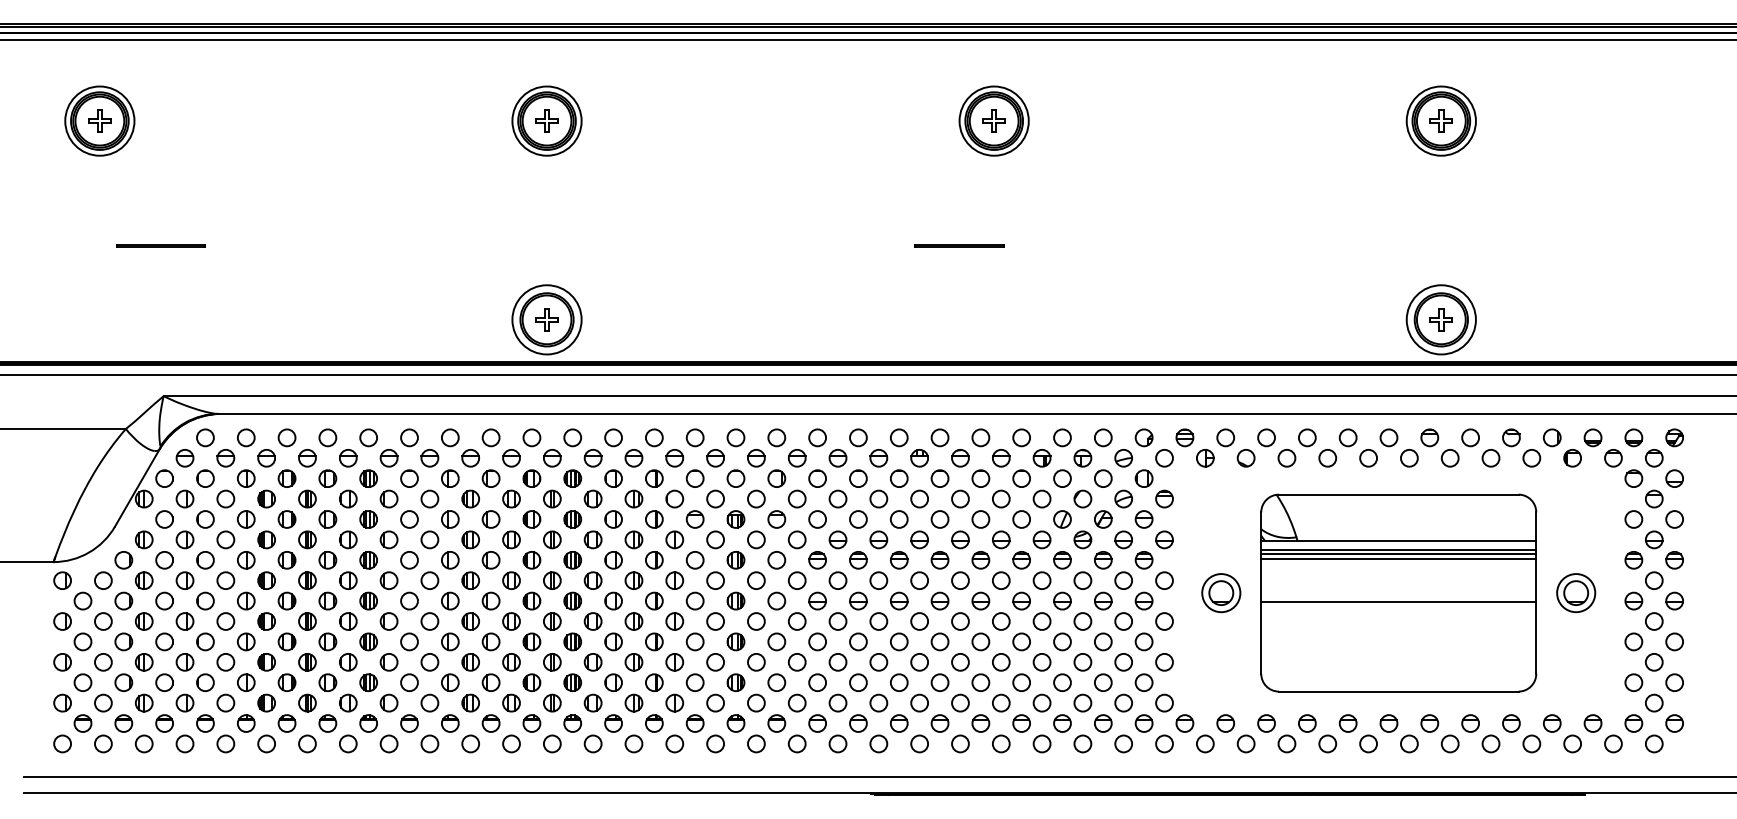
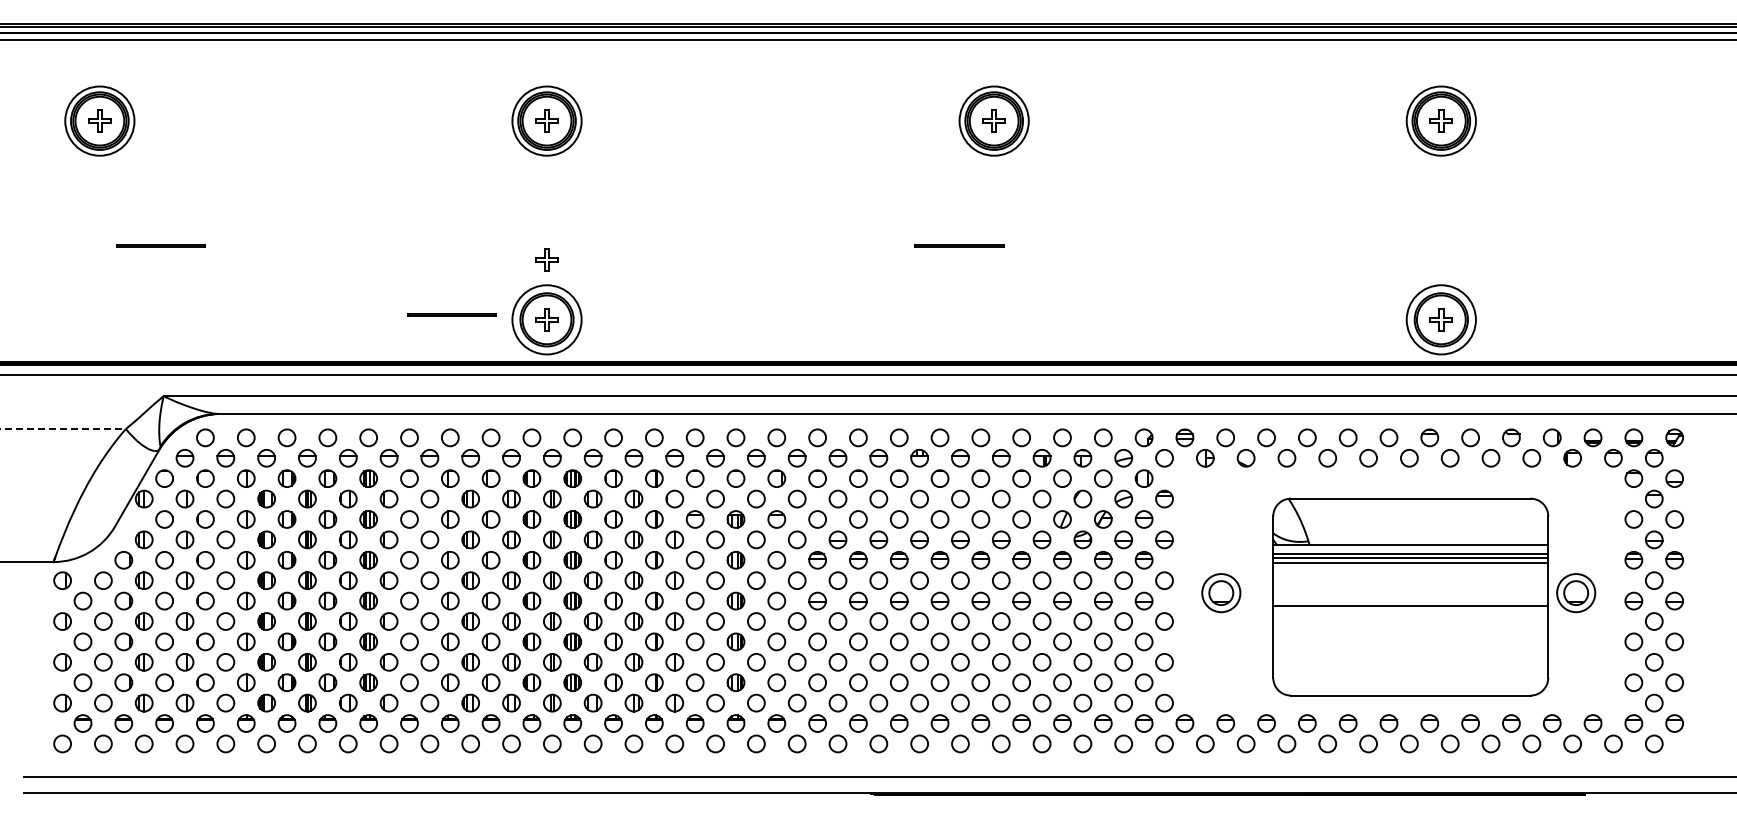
part at (546, 259): none -> present
line at (451, 314): none -> present
line at (63, 428): solid -> dashed
part at (1398, 592) position: (1398, 592) -> (1410, 596)
